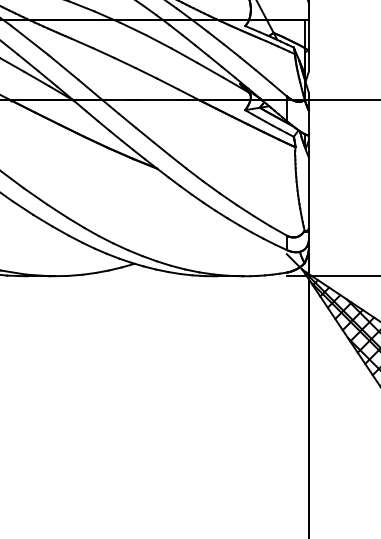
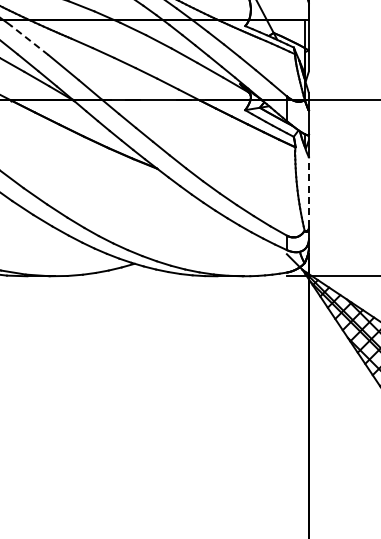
line at (29, 40): solid -> dashed
line at (308, 192): solid -> dashed
